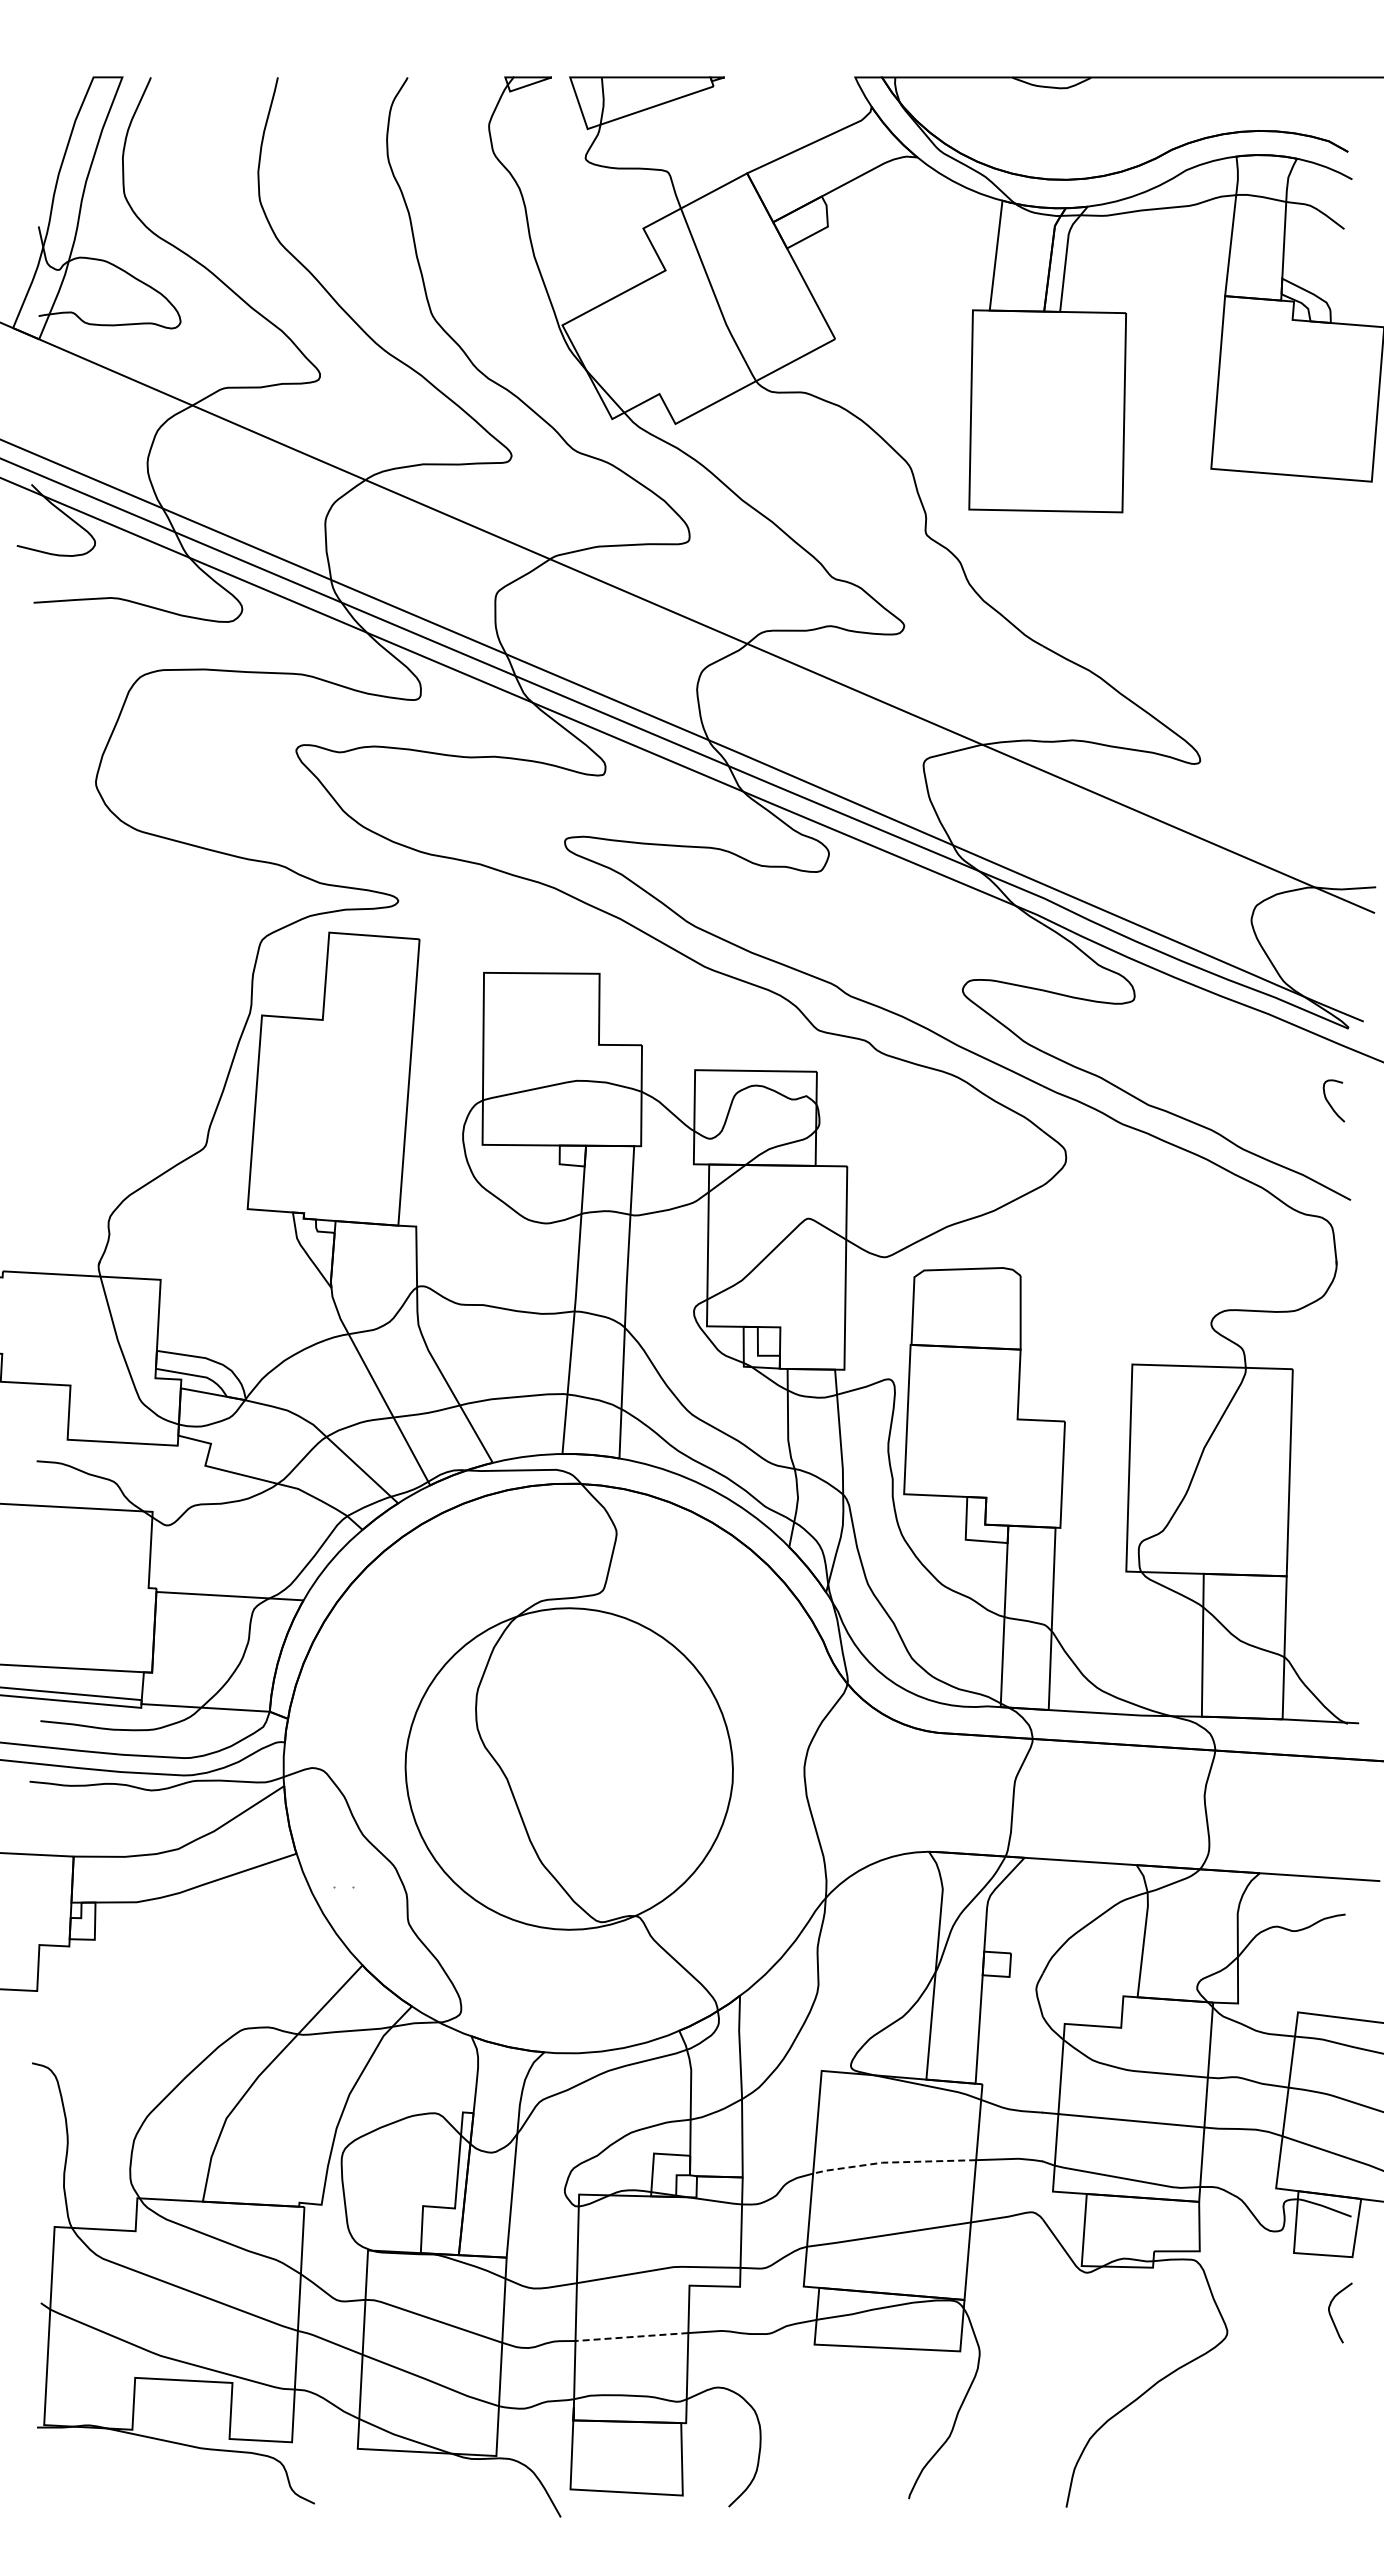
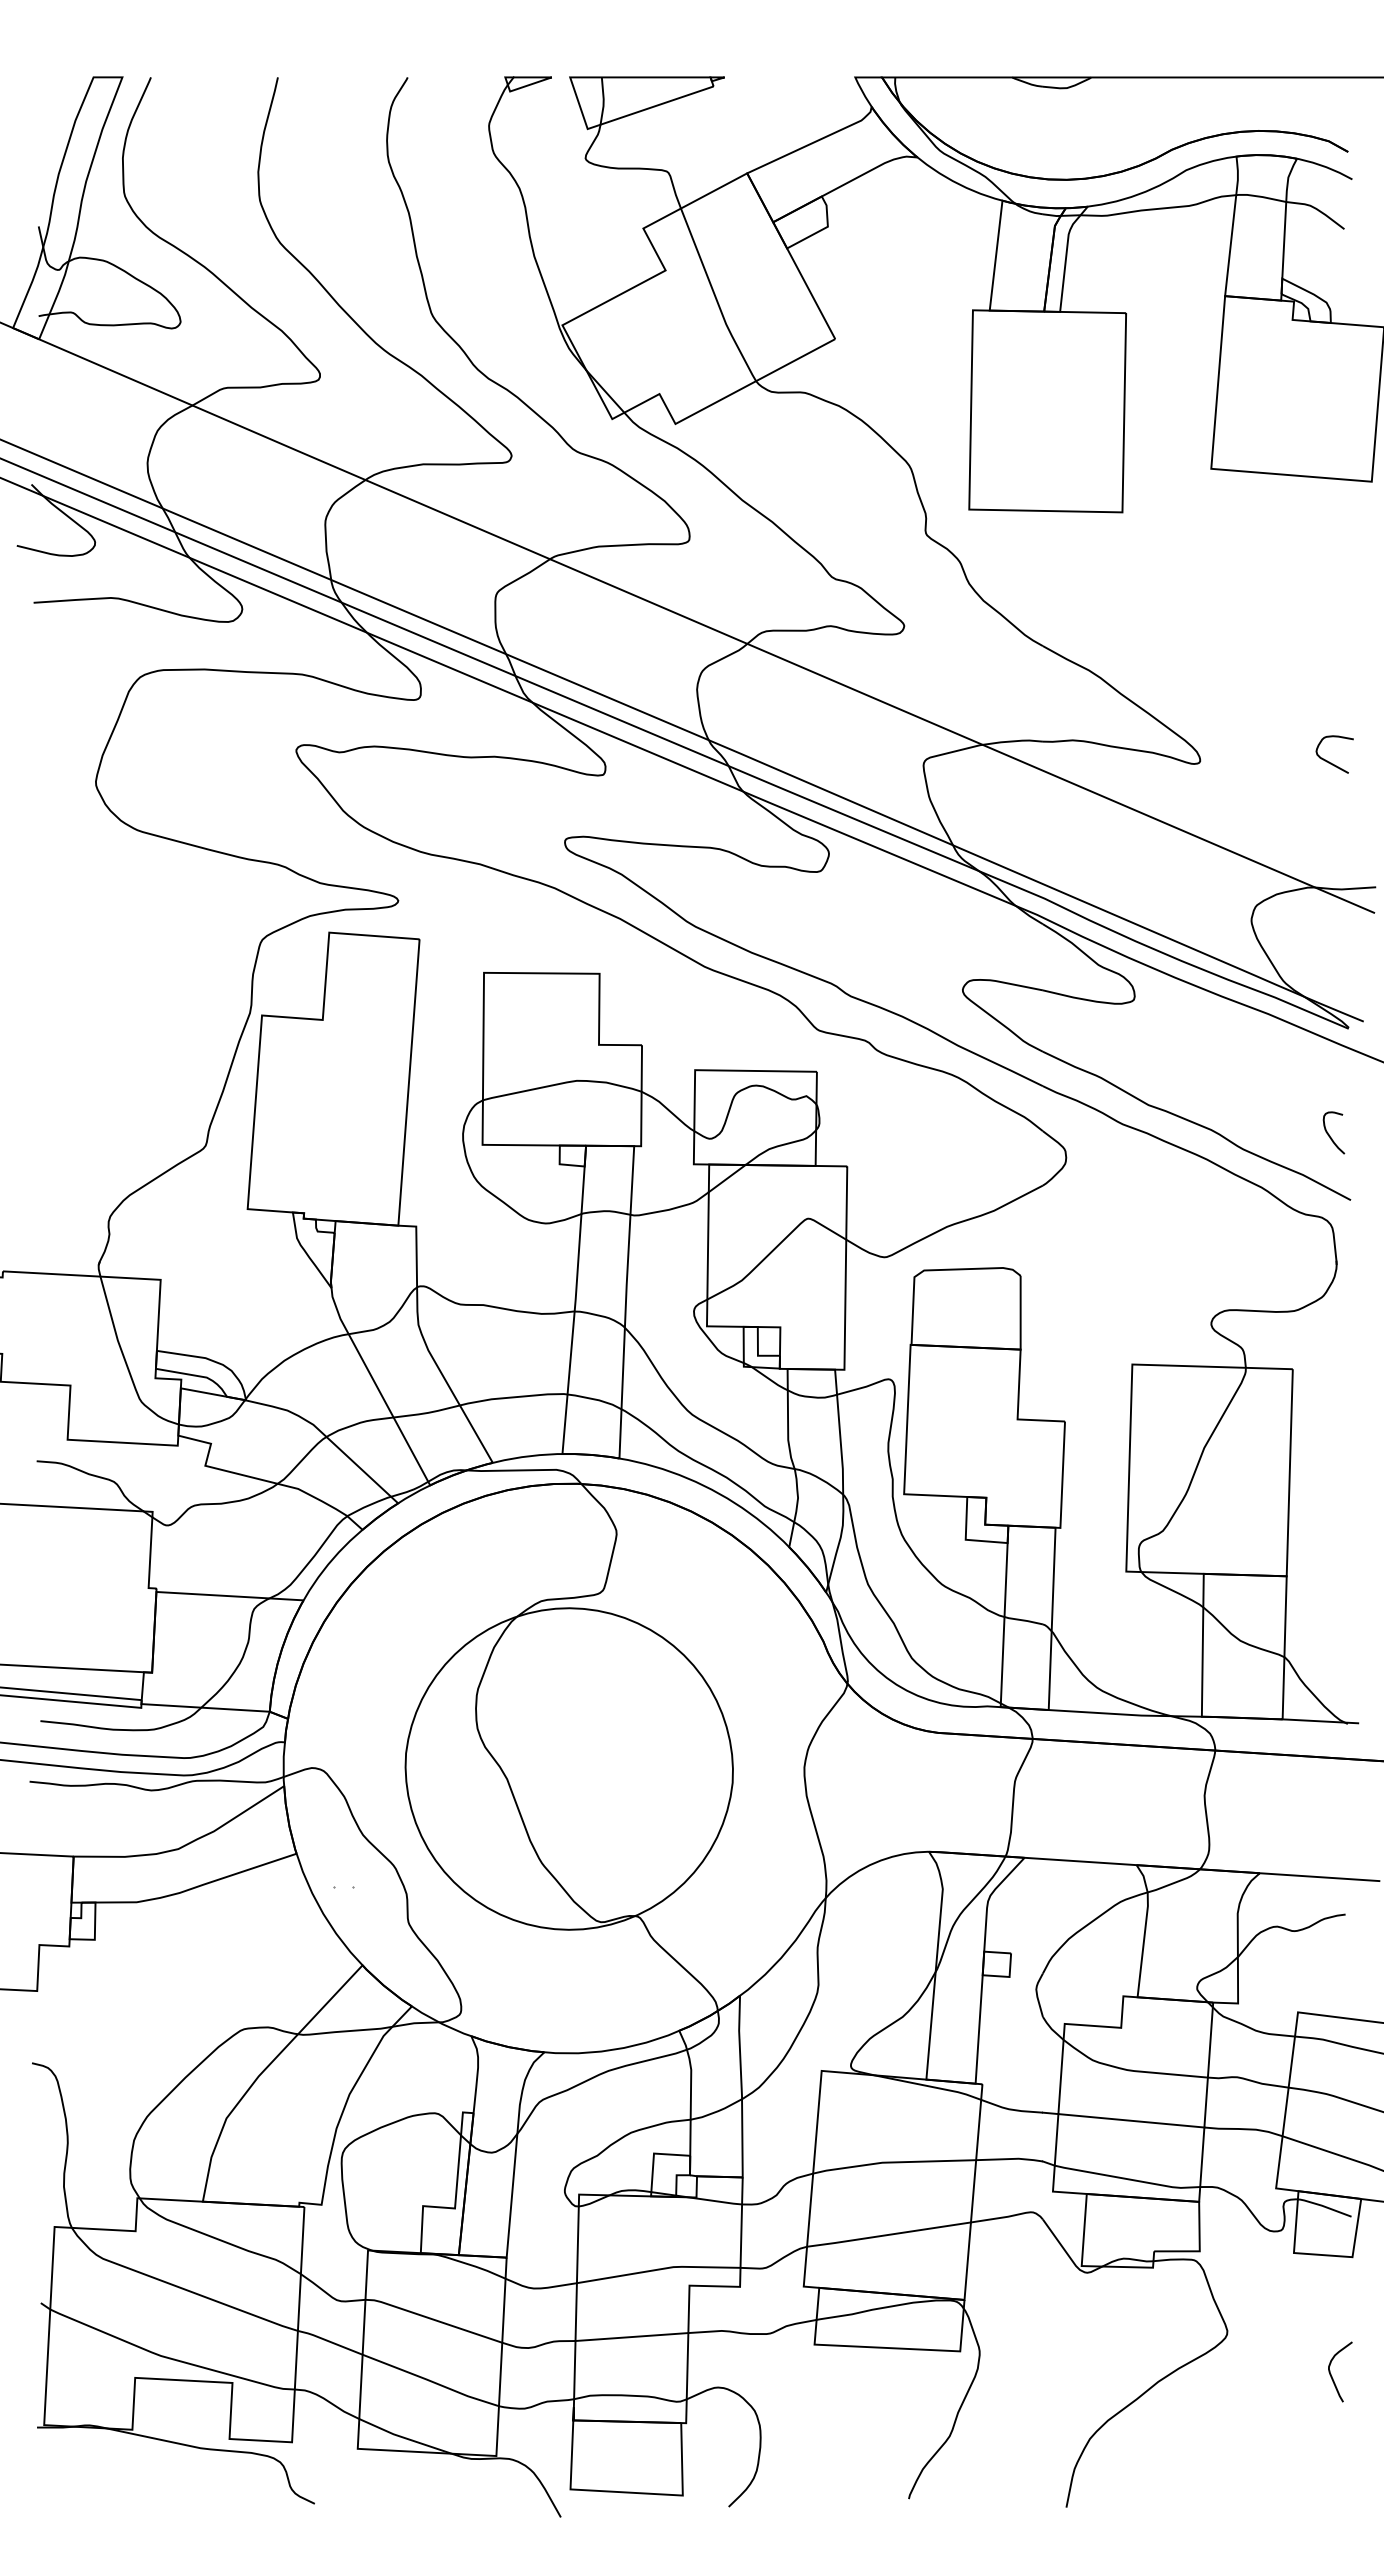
curve at (1331, 762): none -> present
curve at (1330, 1103) position: (1330, 1103) -> (1330, 1135)
line at (892, 2162): dashed -> solid
curve at (1331, 2314) position: (1331, 2314) -> (1331, 2373)
line at (631, 2337): dashed -> solid
